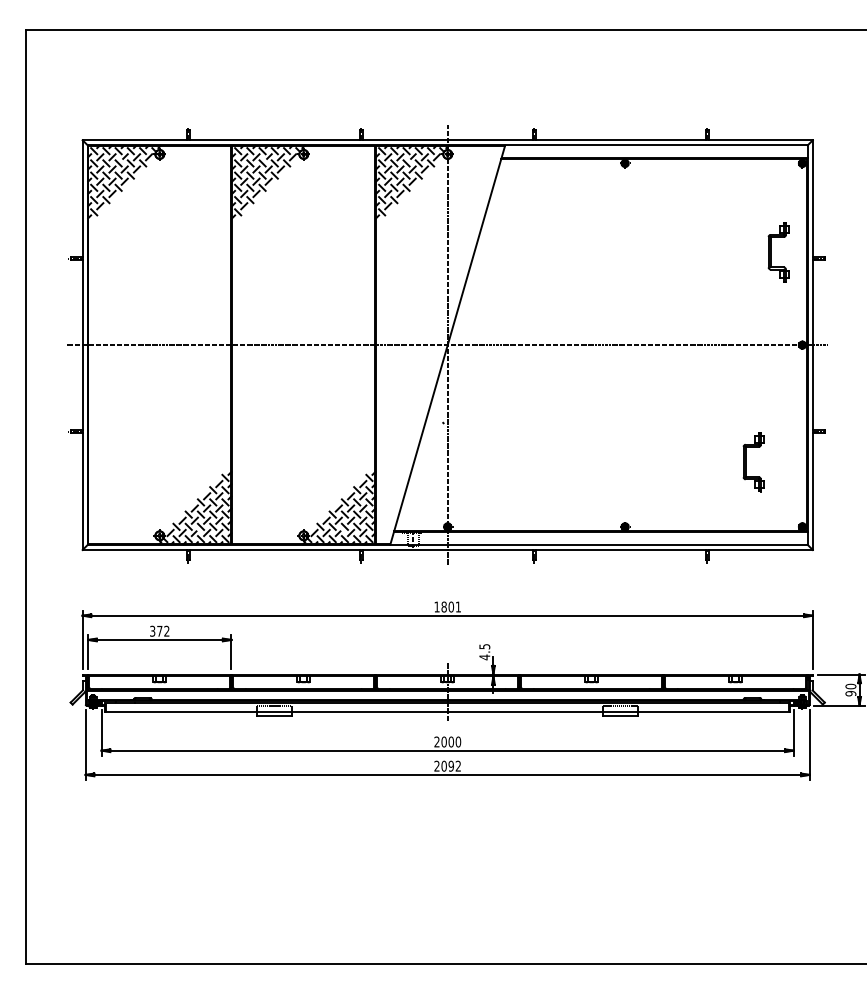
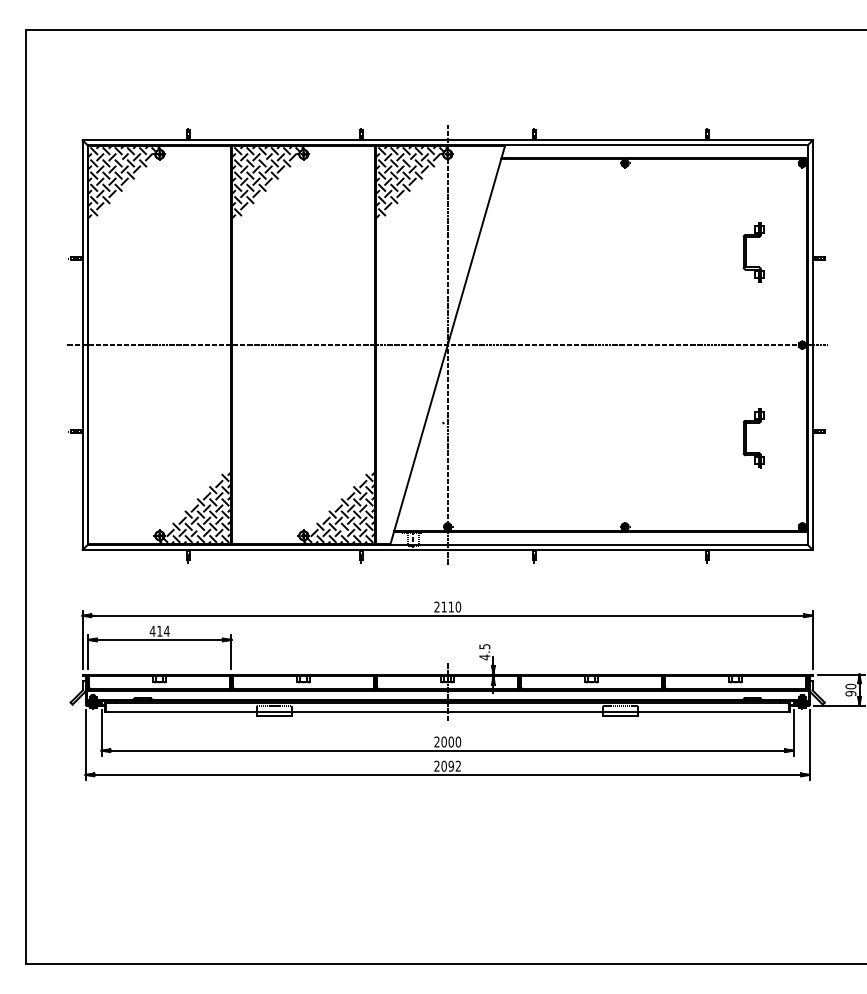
part at (771, 252) position: (771, 252) -> (746, 252)
part at (746, 462) position: (746, 462) -> (746, 438)
text at (447, 606): 1801 -> 2110
text at (159, 630): 372 -> 414
